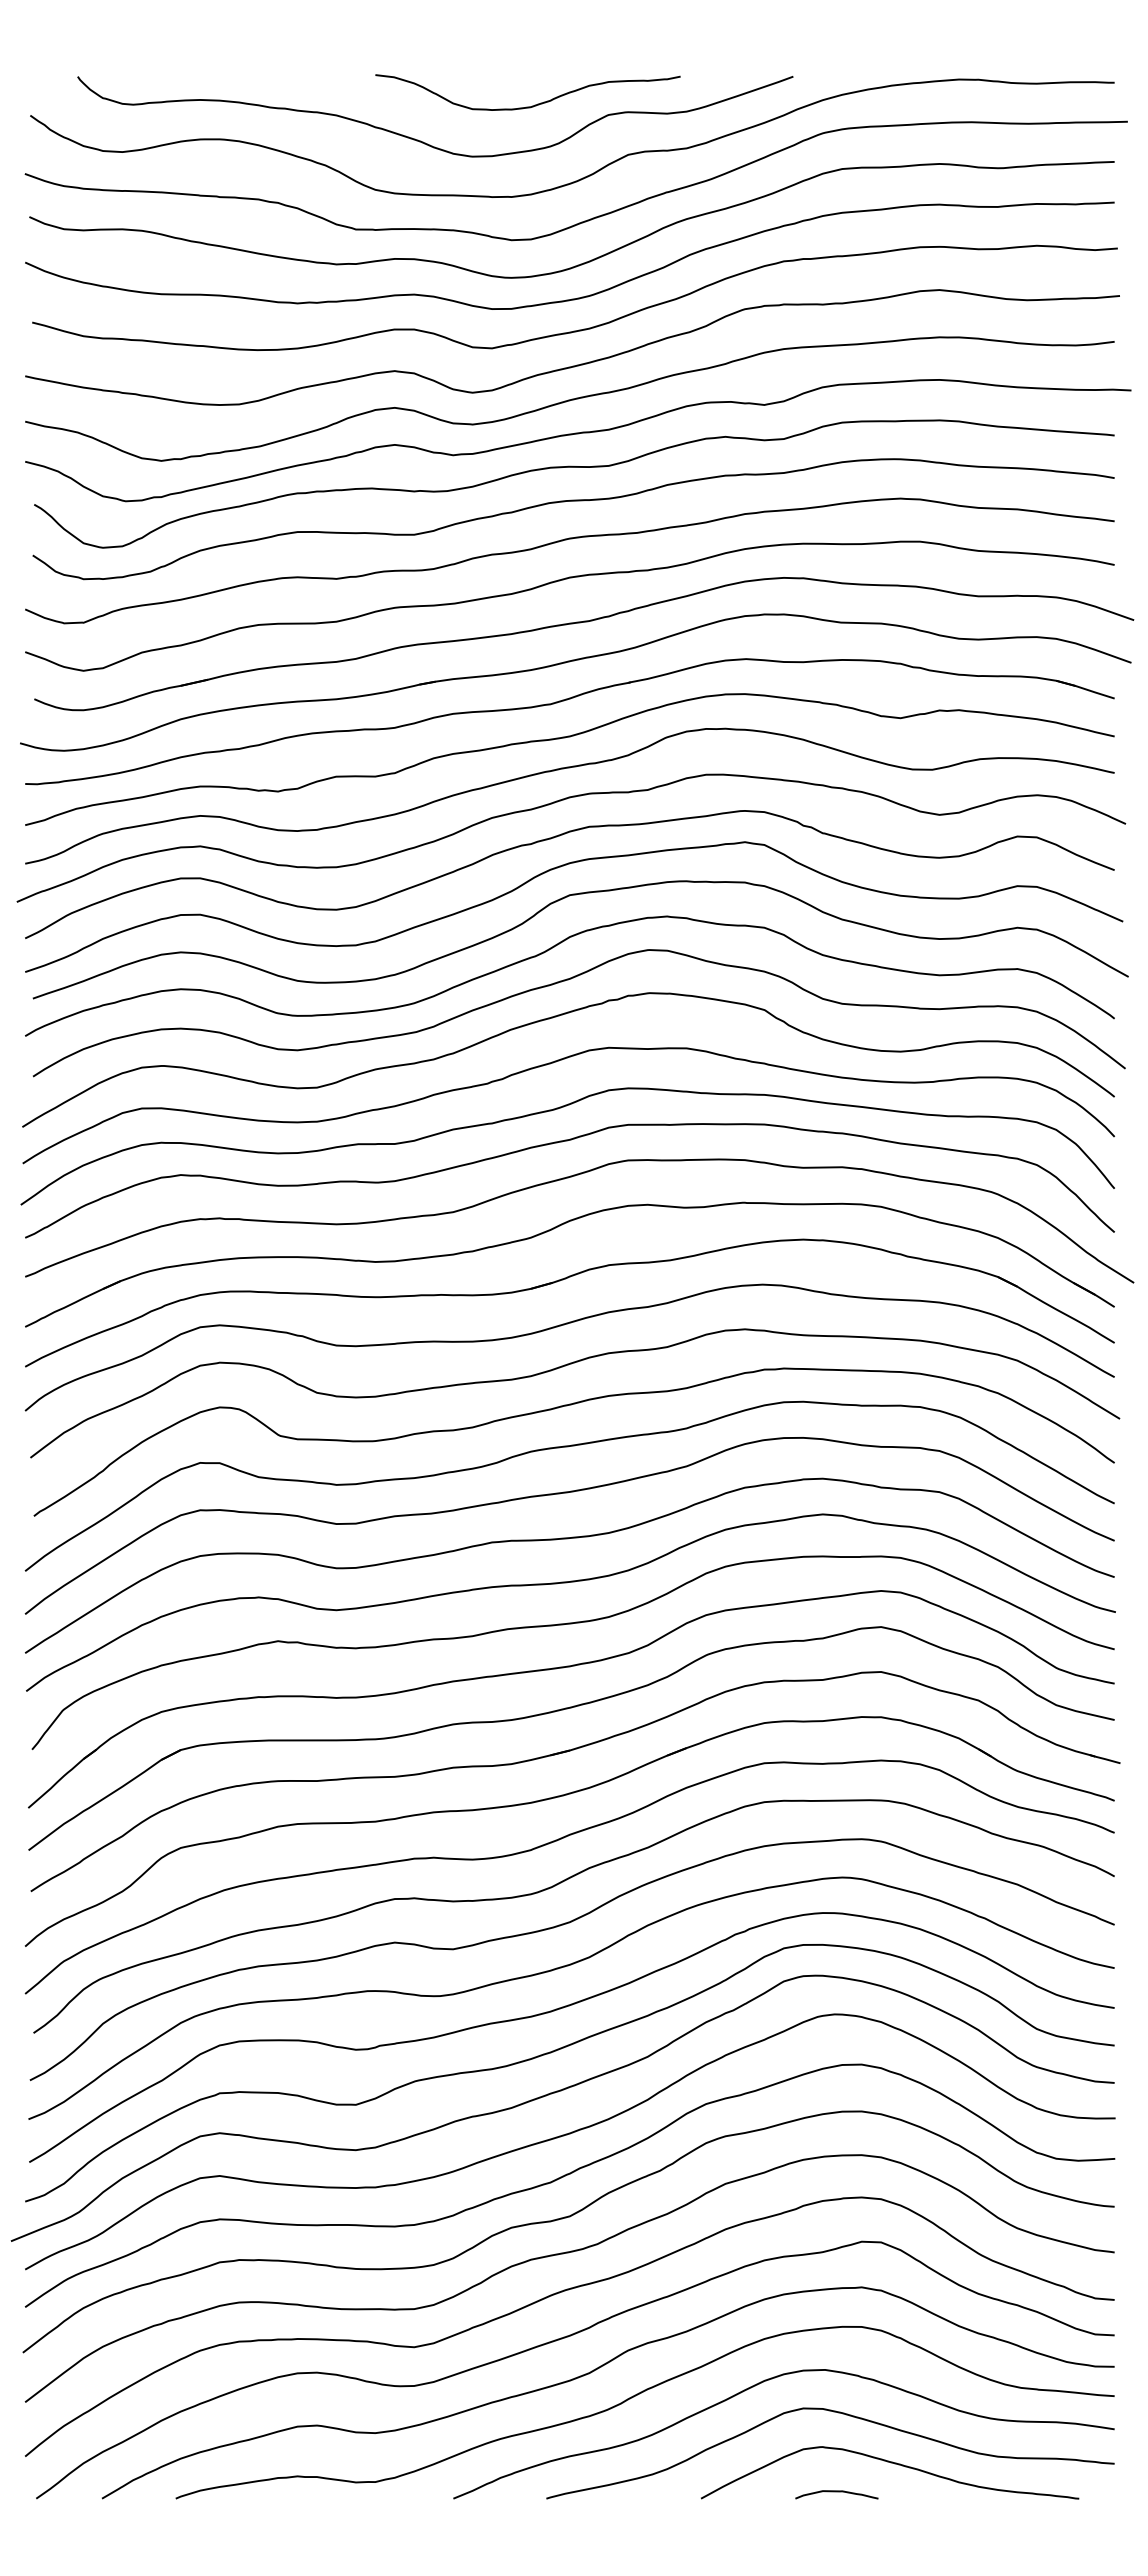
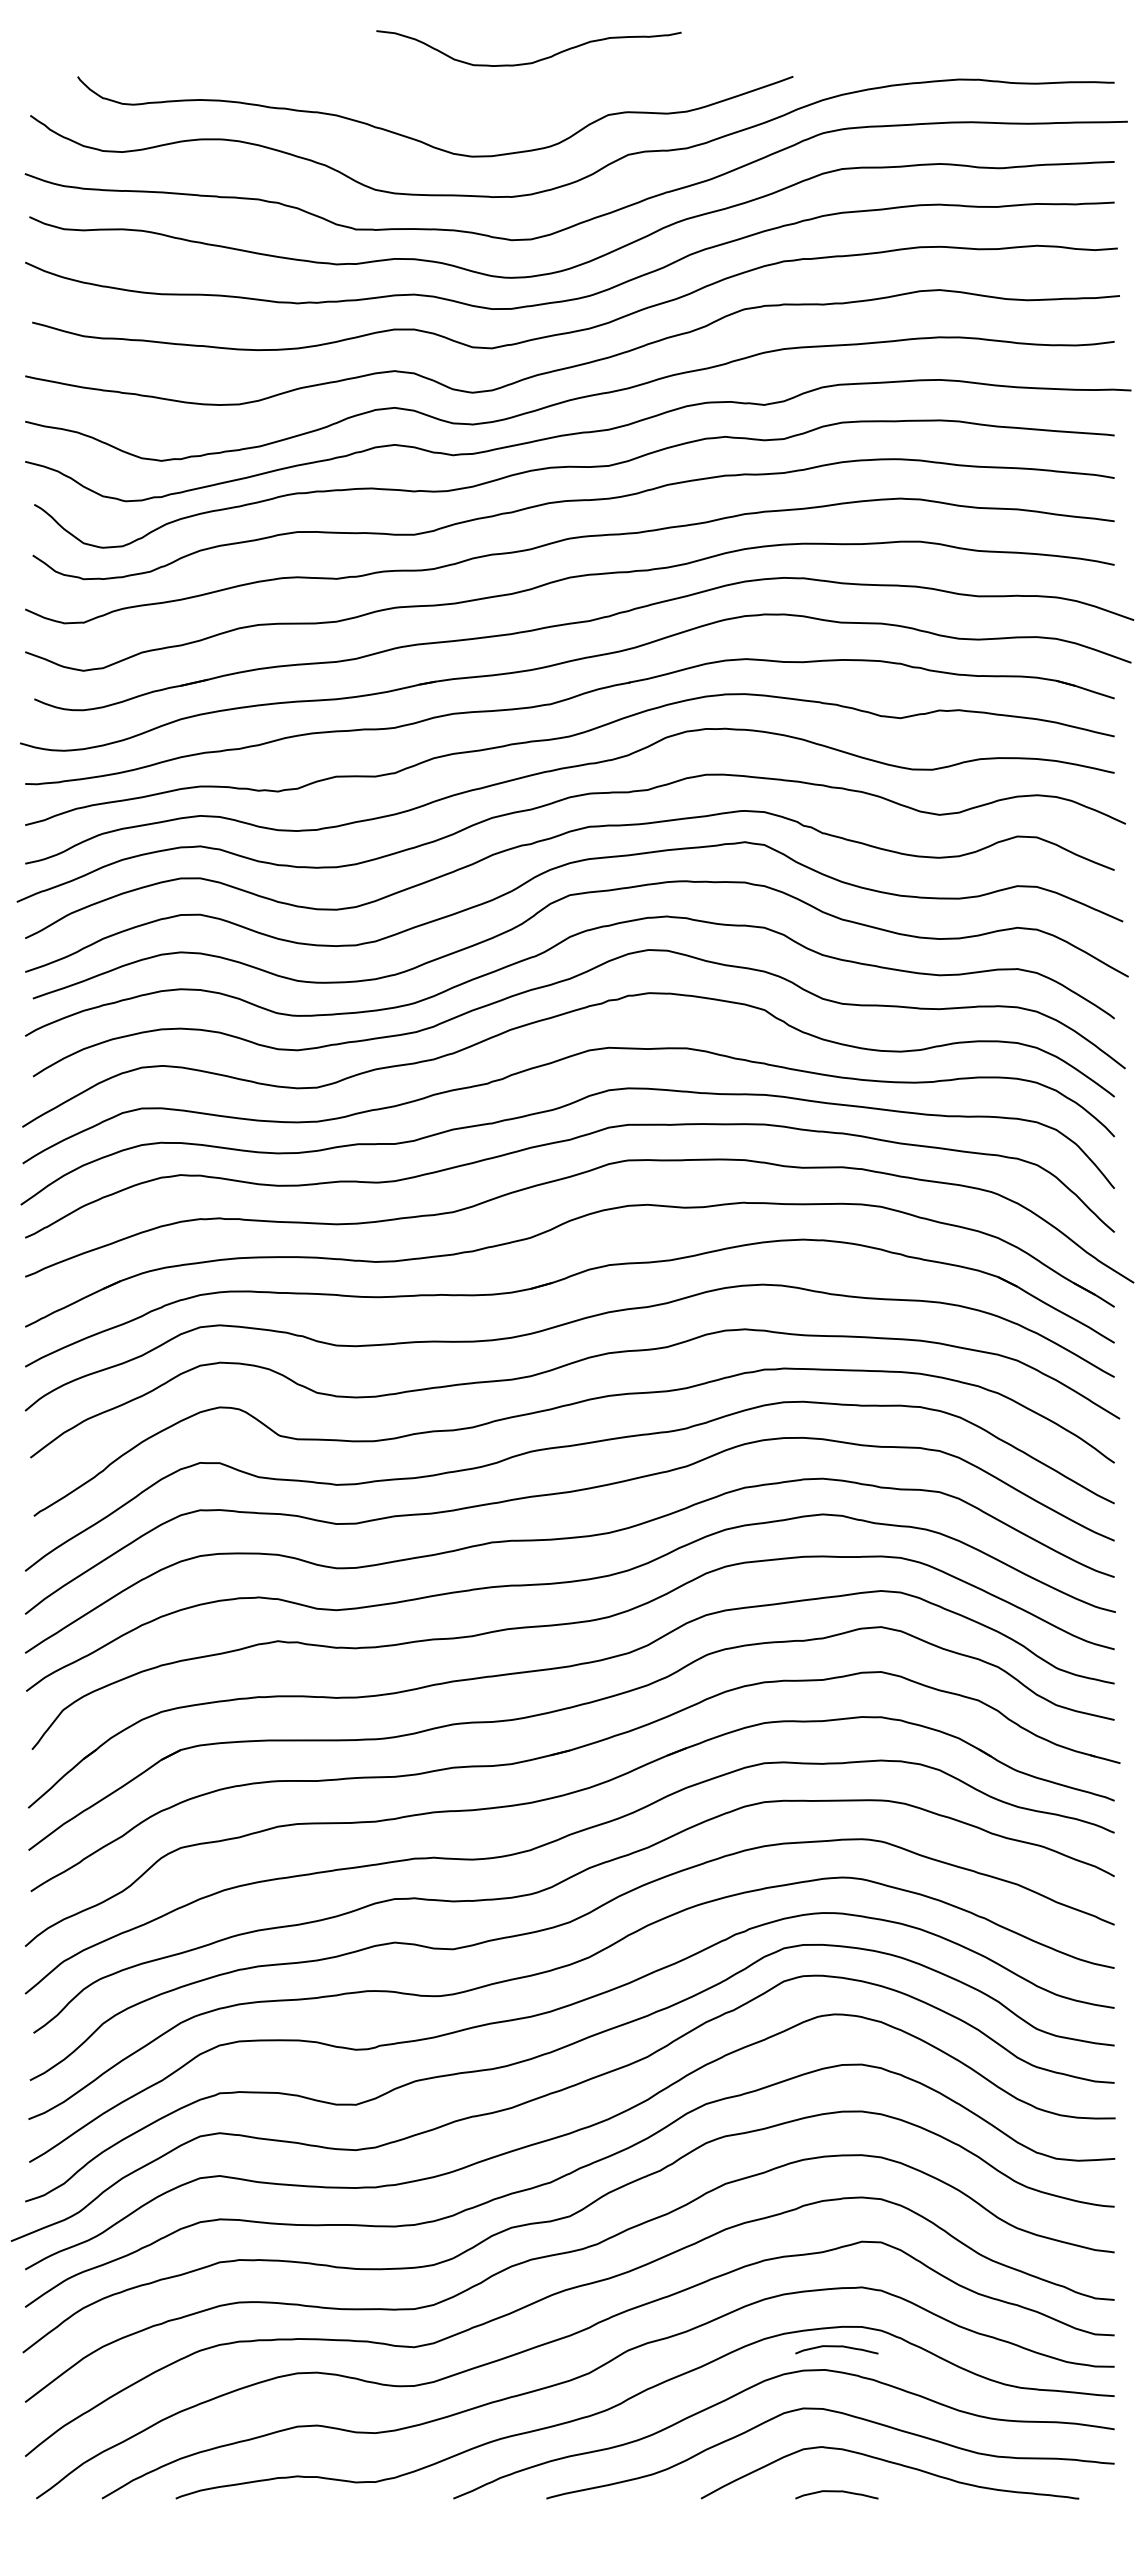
curve at (532, 105) position: (532, 105) -> (533, 61)
curve at (836, 2347): none -> present
